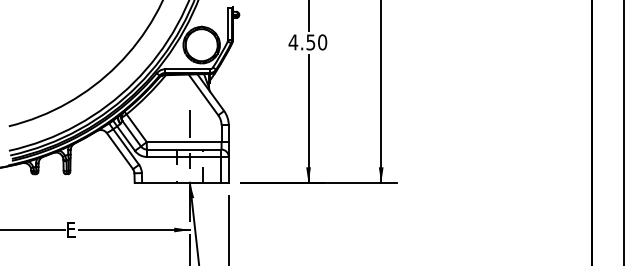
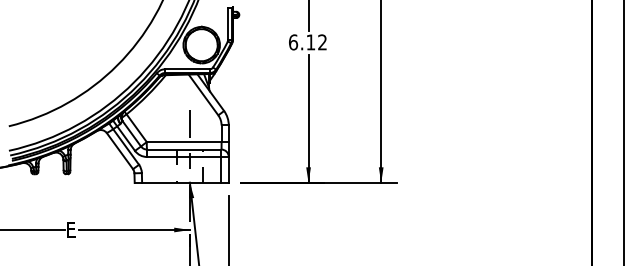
text at (307, 42): 4.50 -> 6.12
